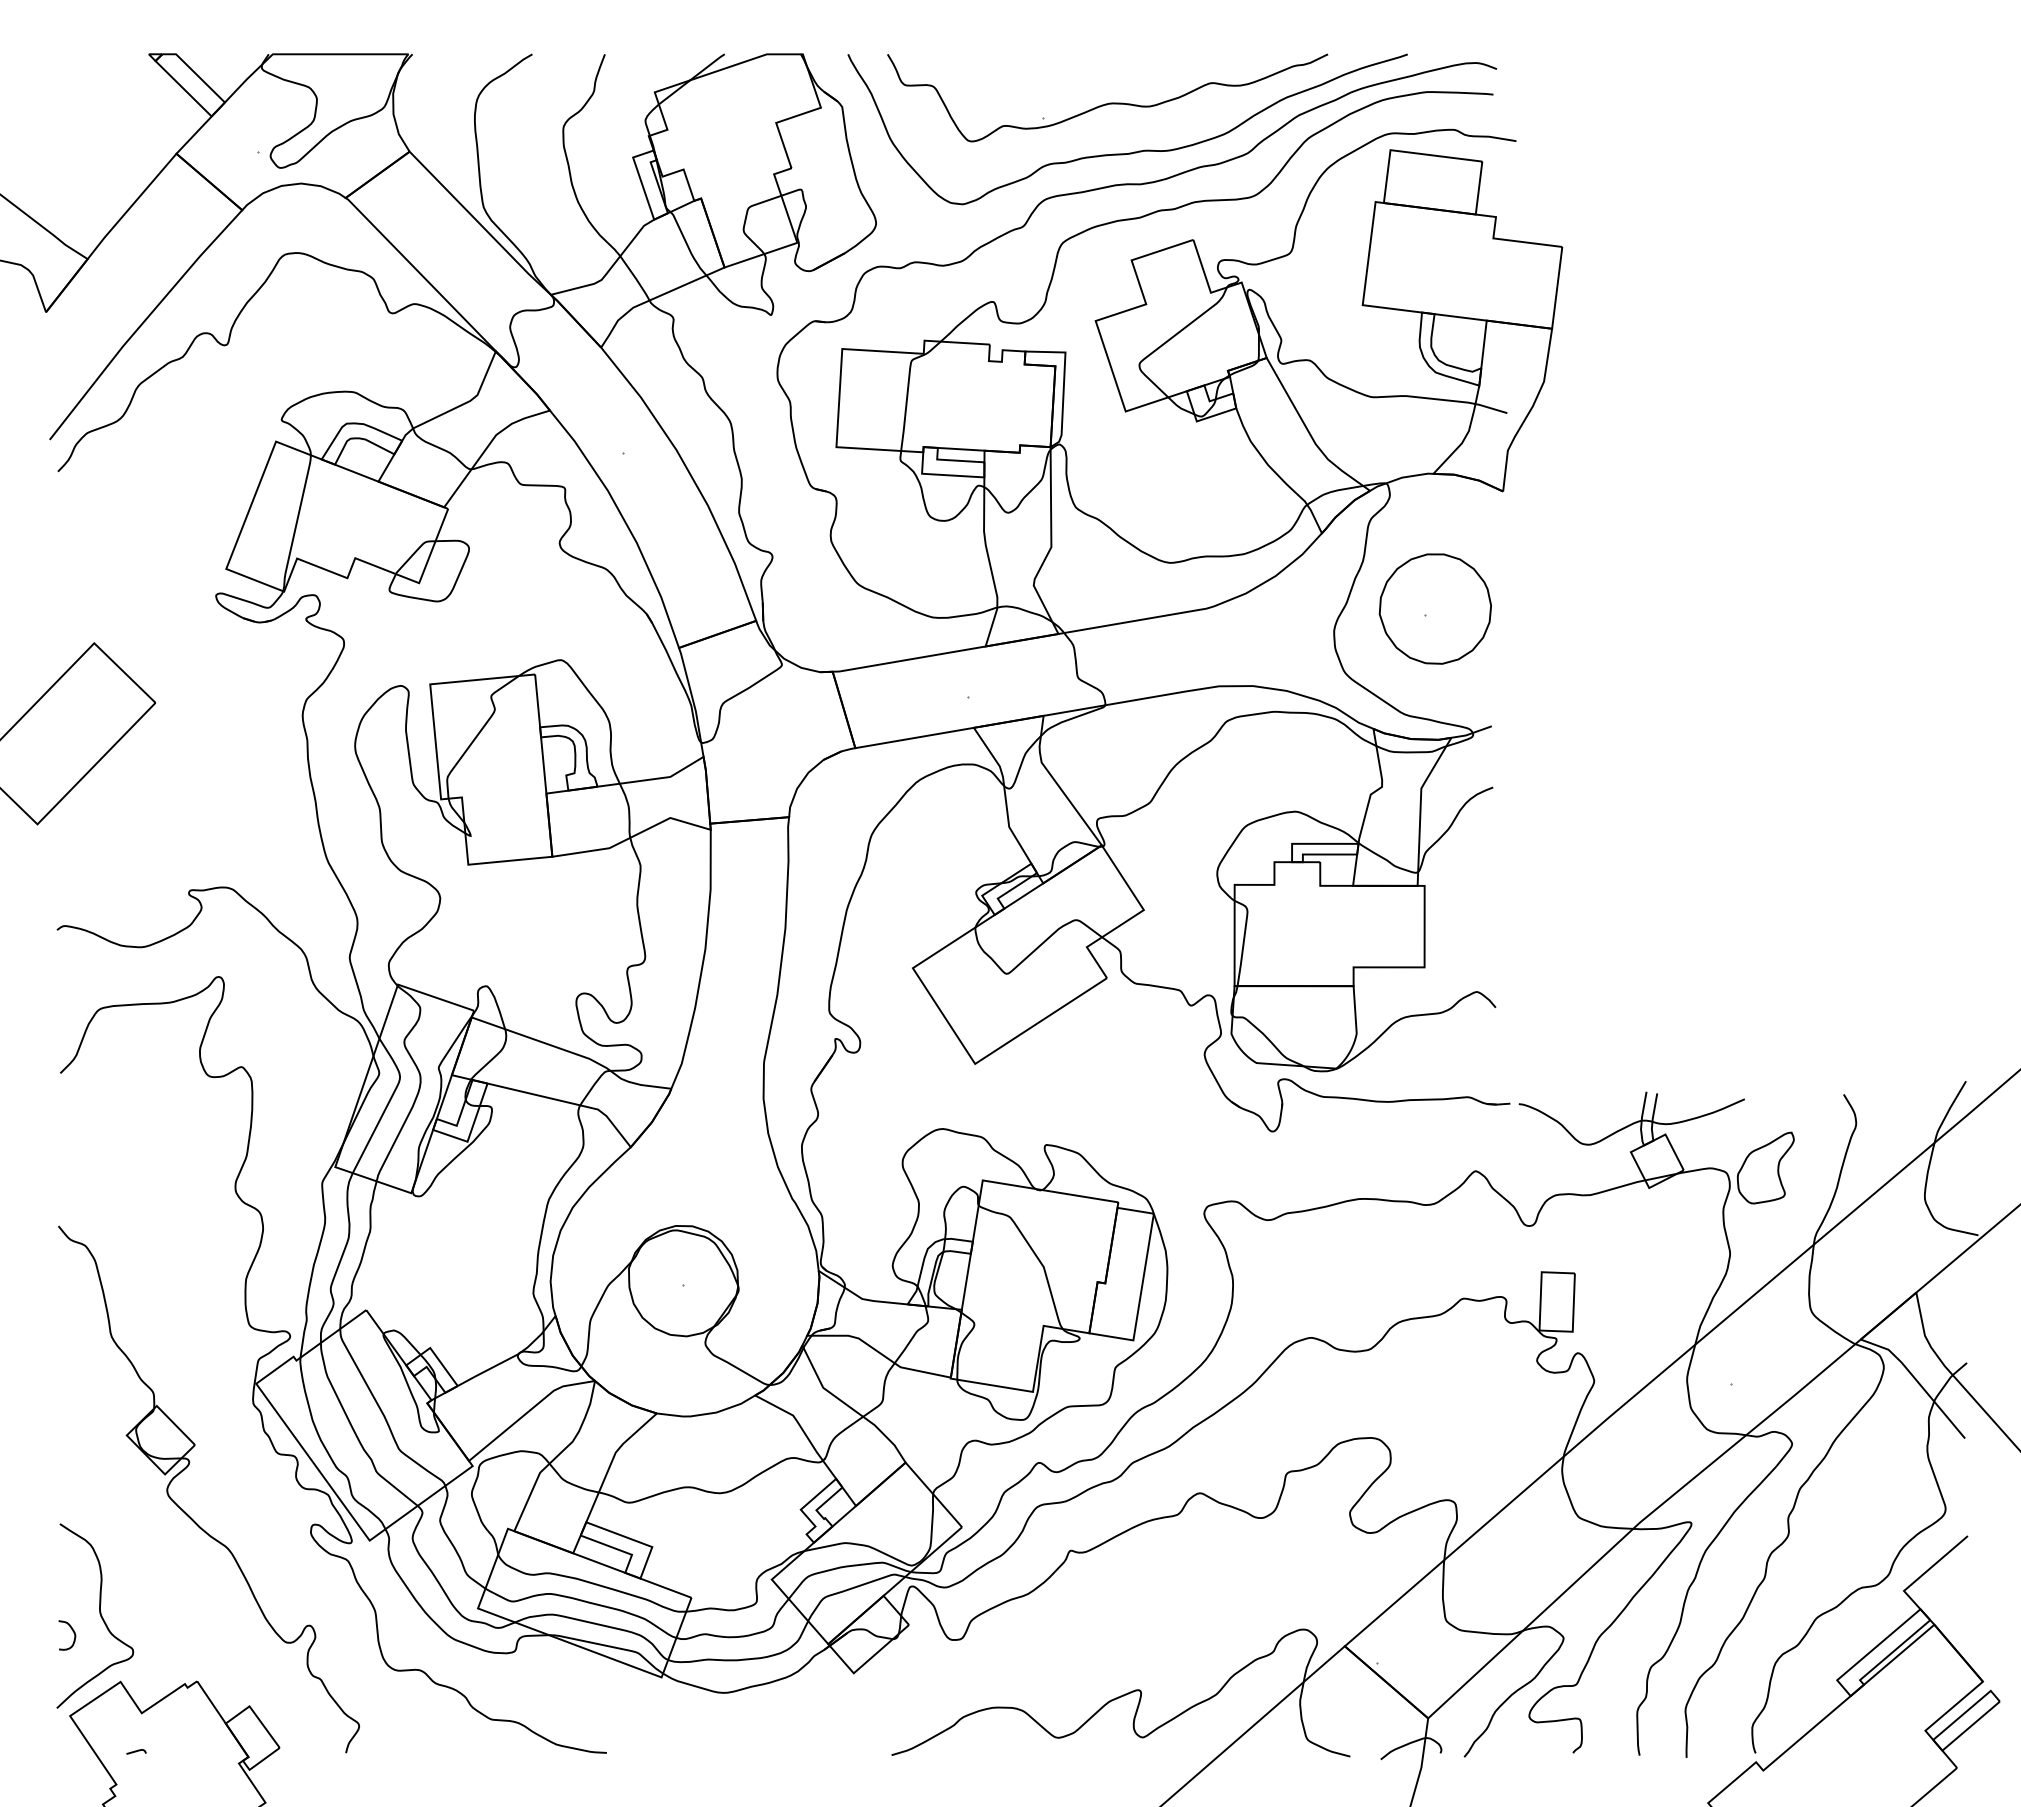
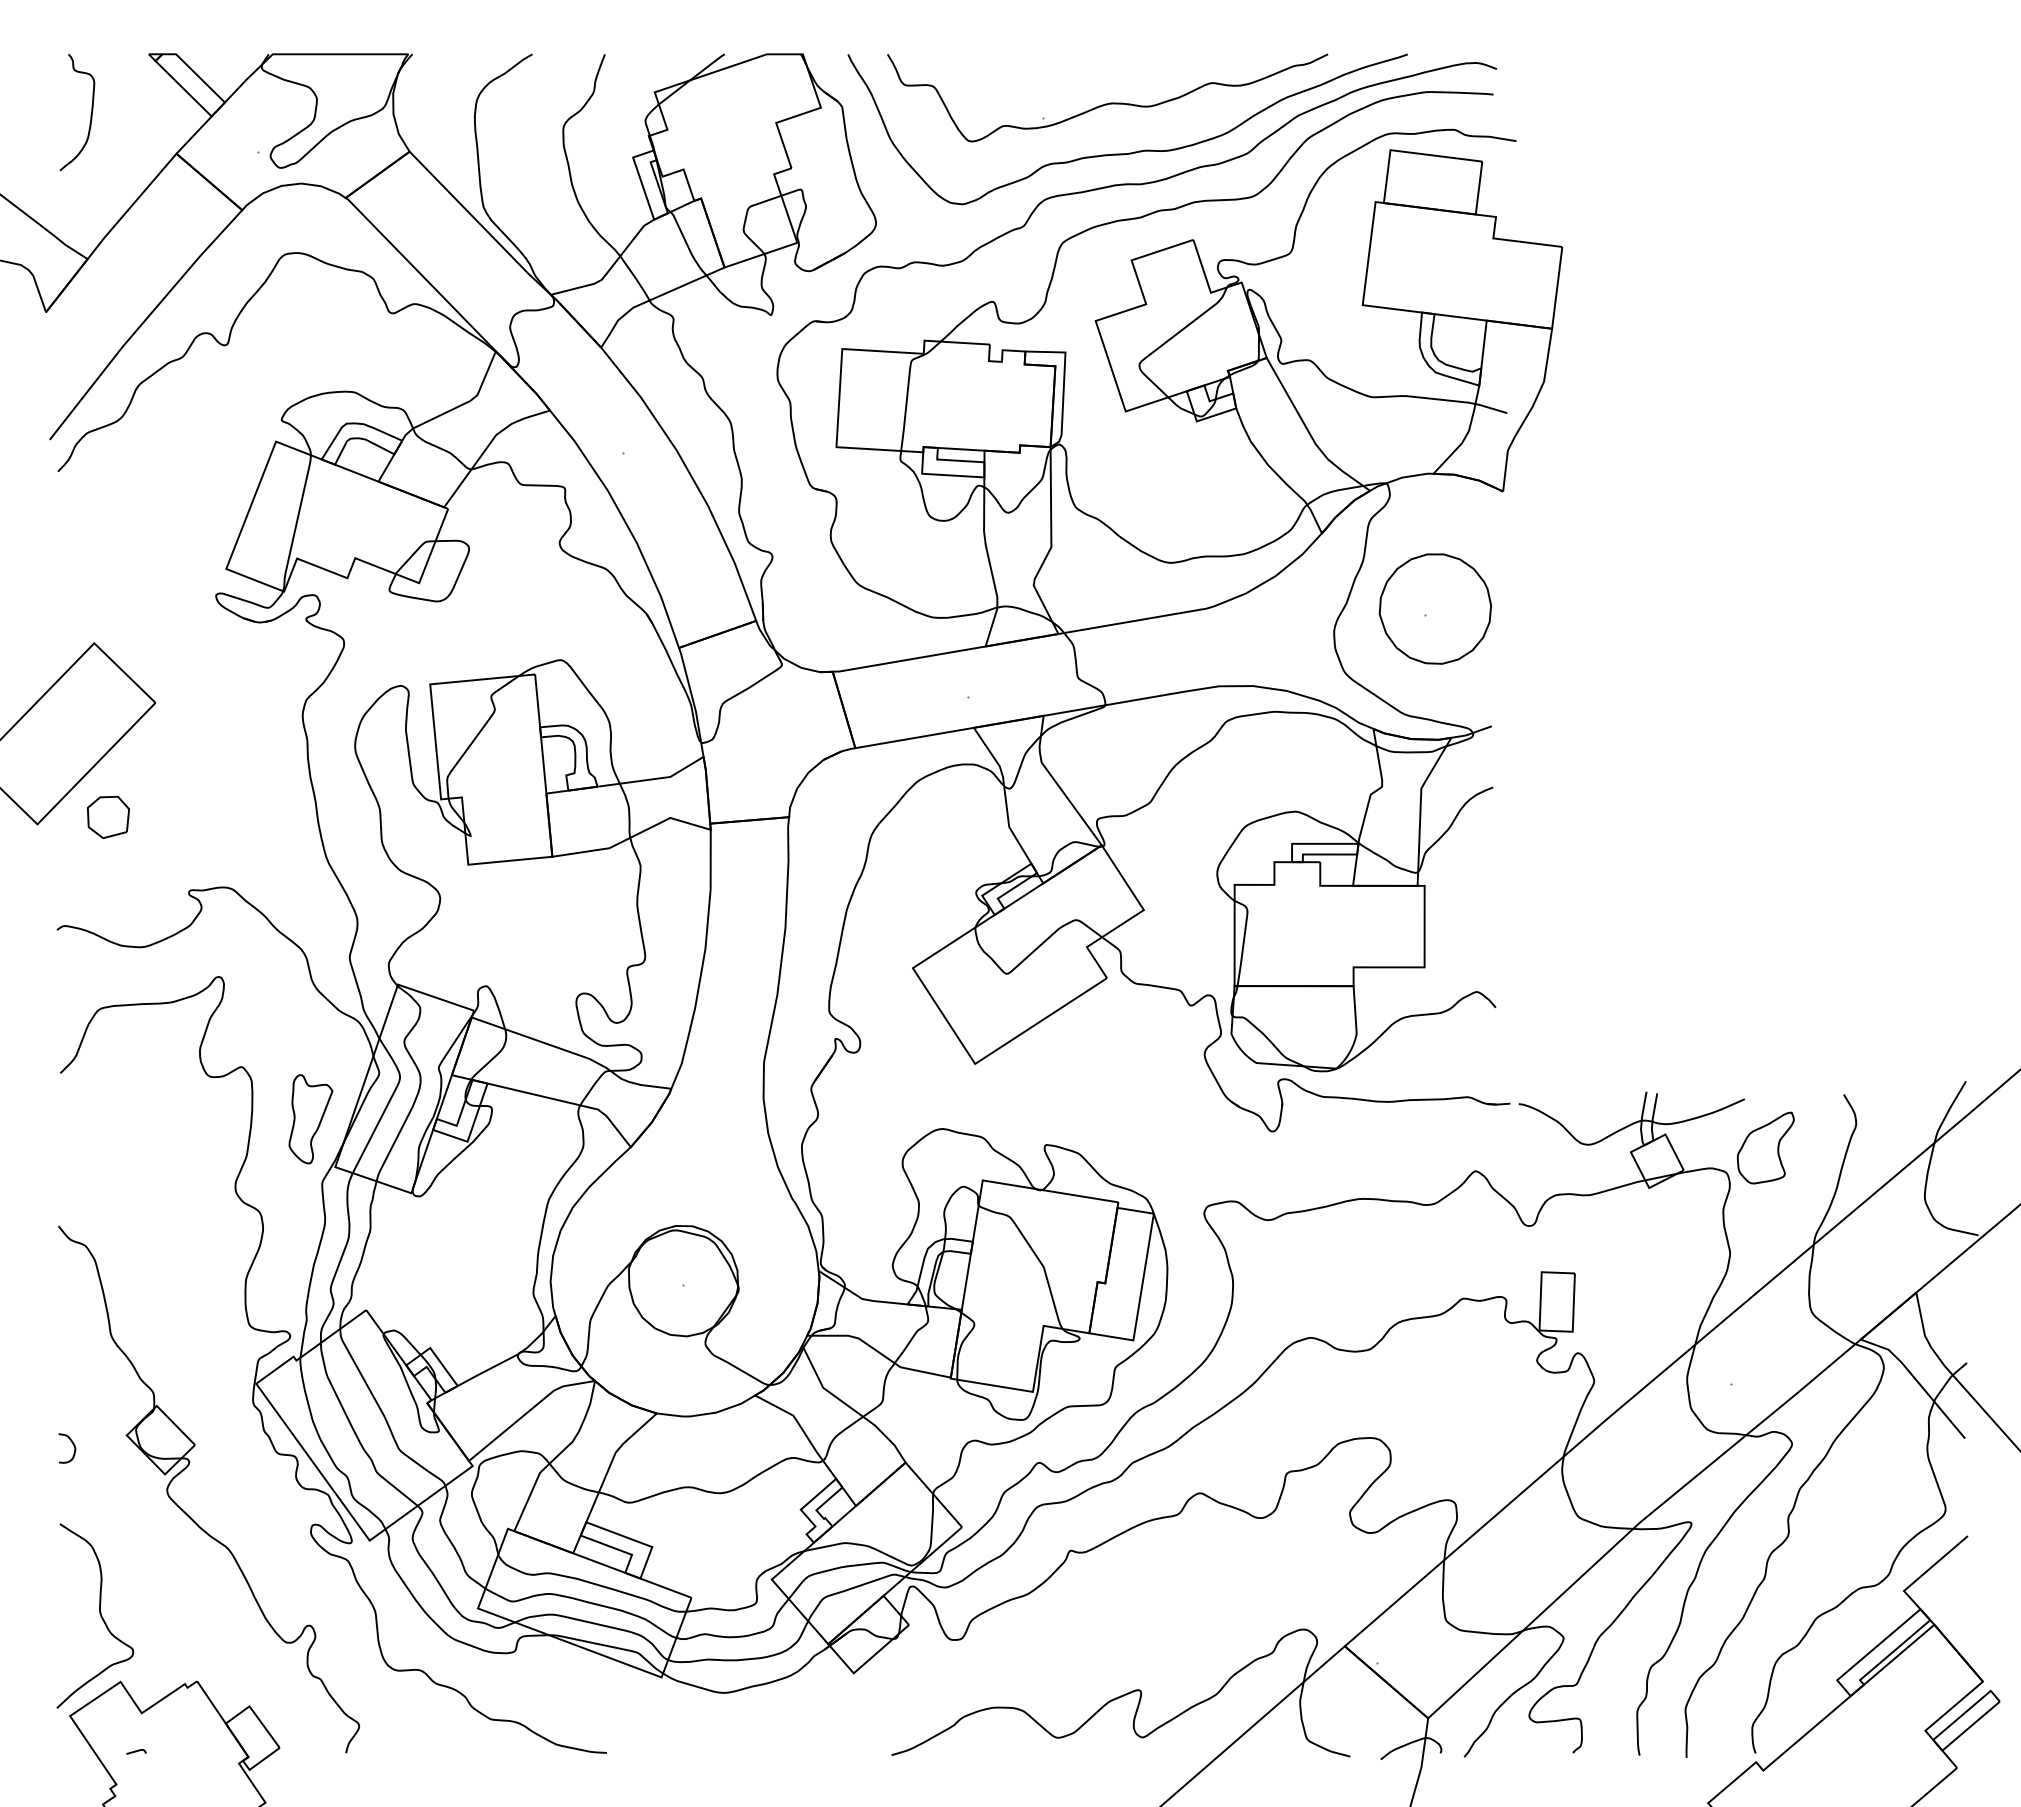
curve at (90, 114): none -> present
part at (108, 817): none -> present
part at (310, 1119): none -> present
part at (1765, 1167) position: (1765, 1167) -> (1765, 1147)
curve at (73, 1633) position: (73, 1633) -> (73, 1446)
